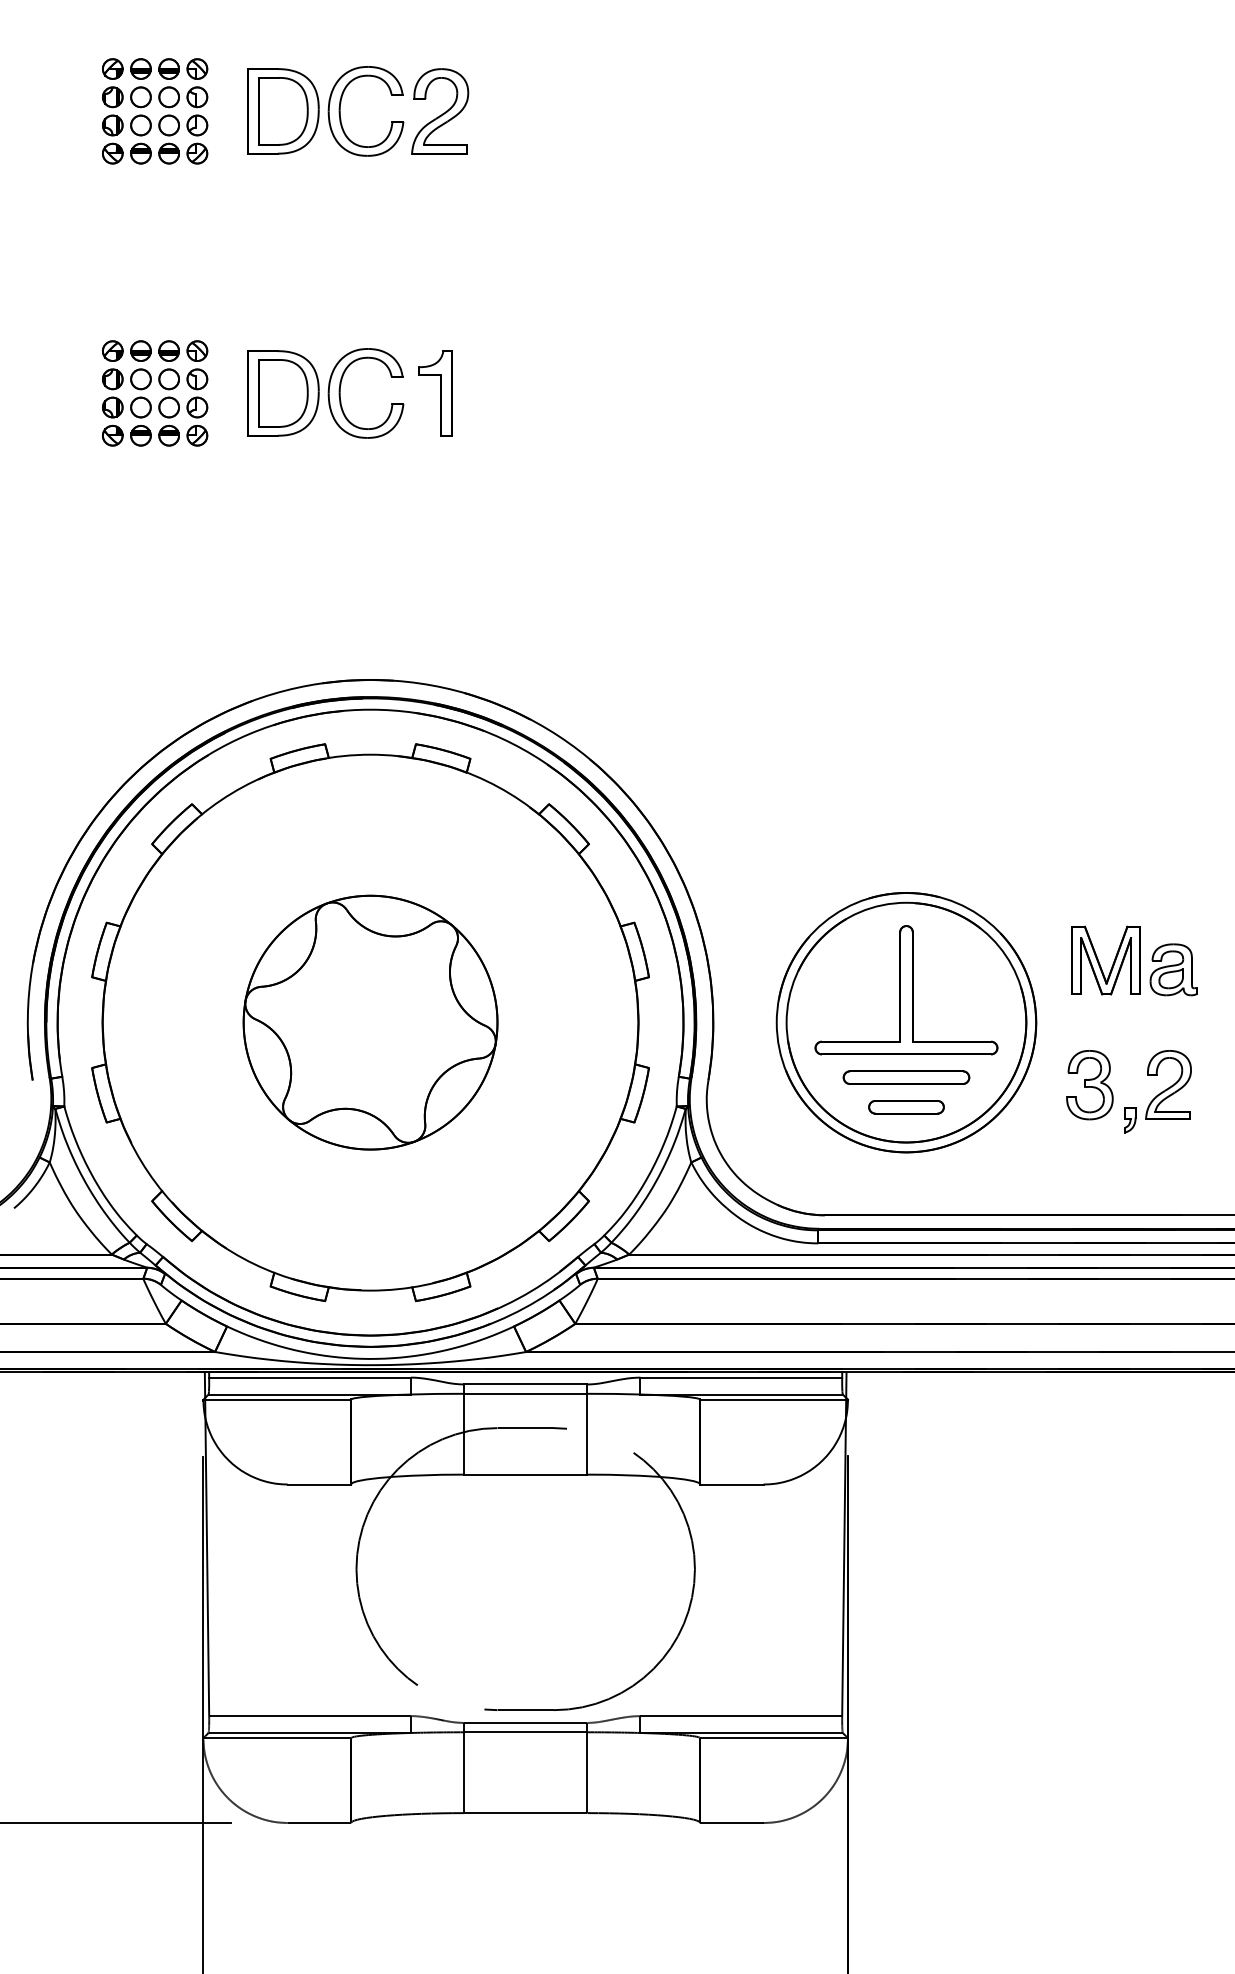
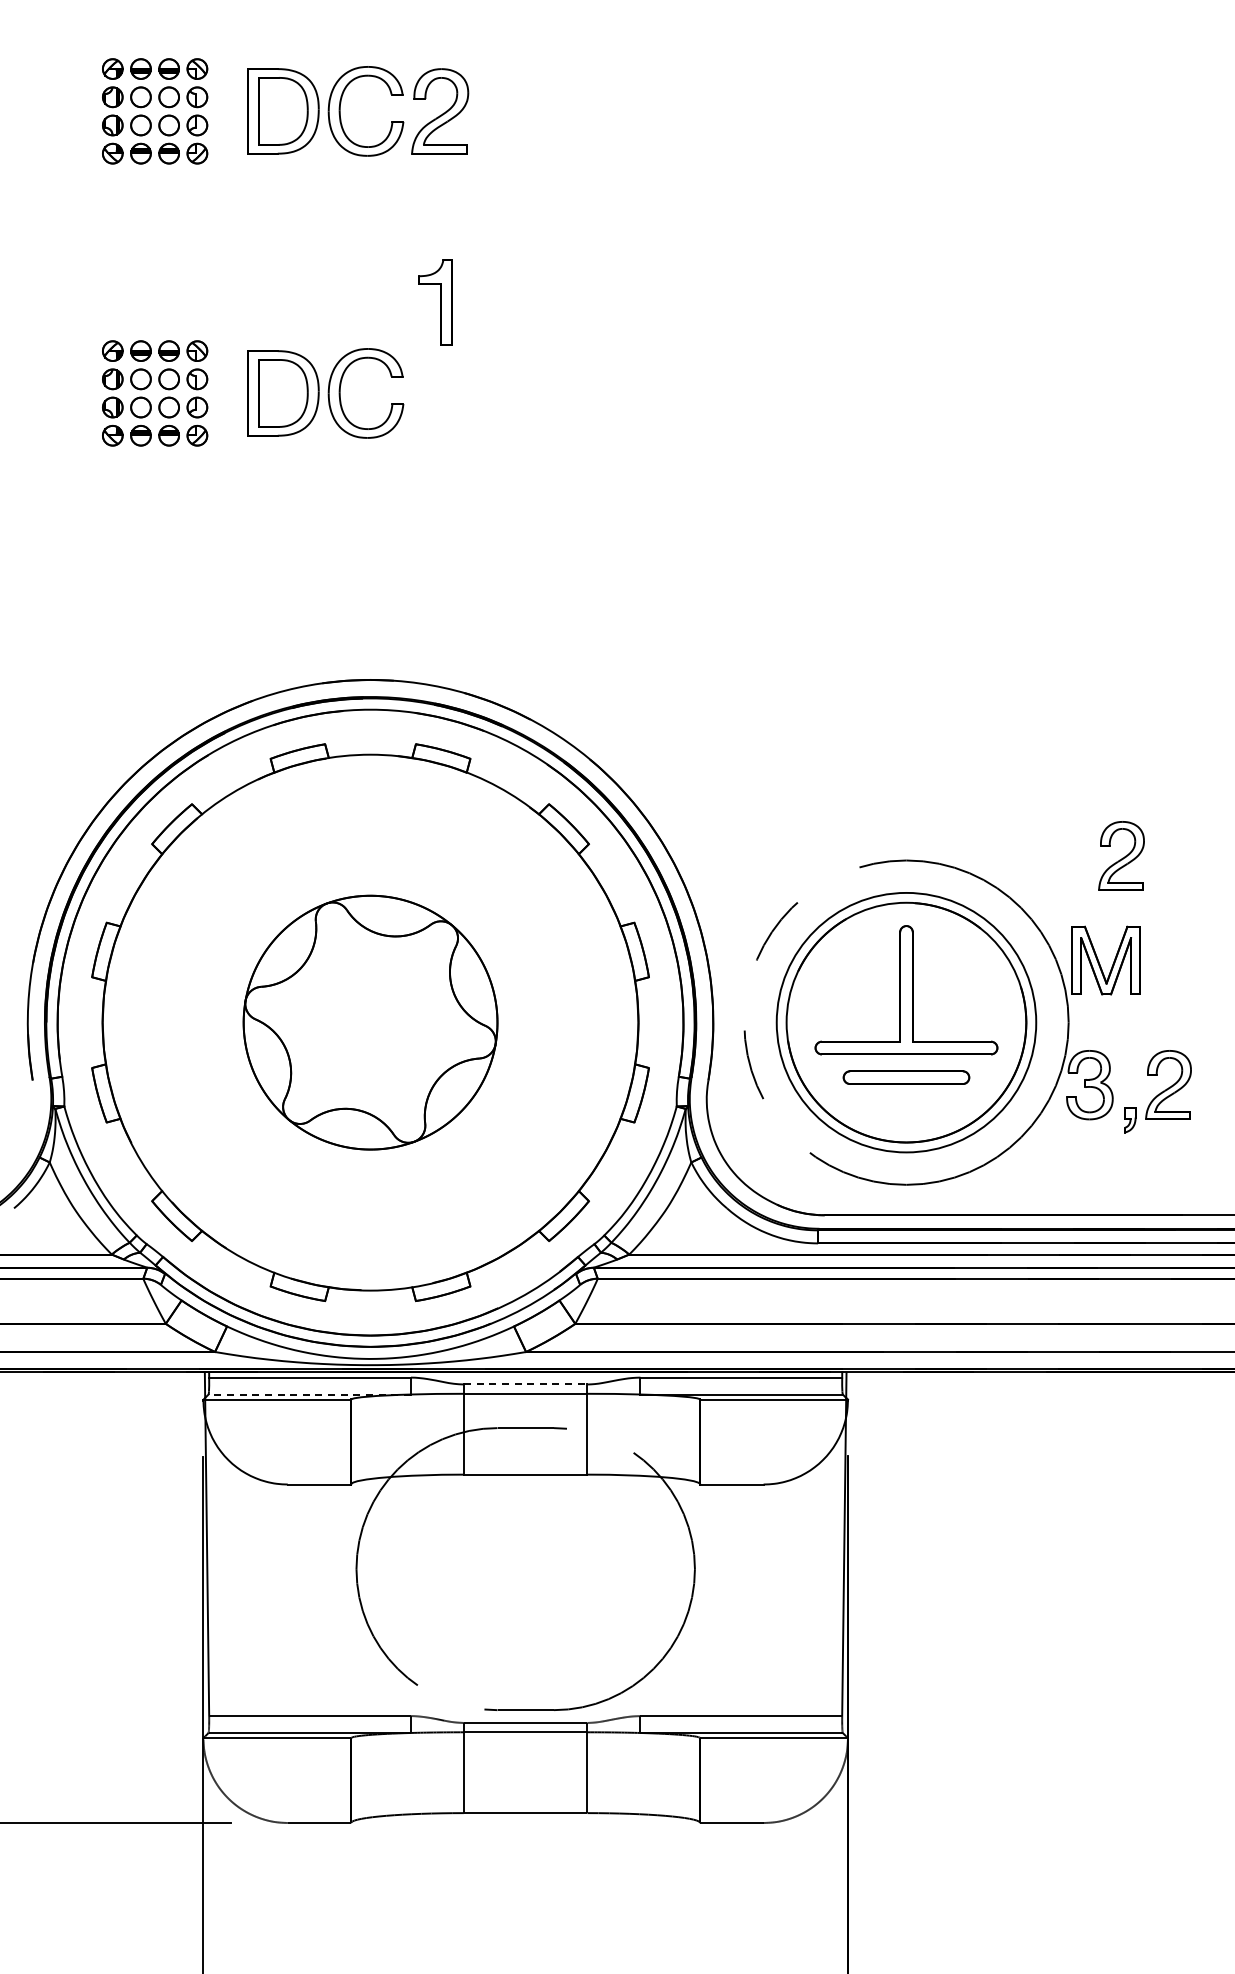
part at (435, 393) position: (435, 393) -> (435, 302)
part at (1121, 855): none -> present
part at (1173, 969): present -> none
circle at (906, 1022) diameter: 259 px -> 324 px
part at (906, 1107): present -> none
line at (525, 1384): solid -> dashed
line at (309, 1394): solid -> dashed
